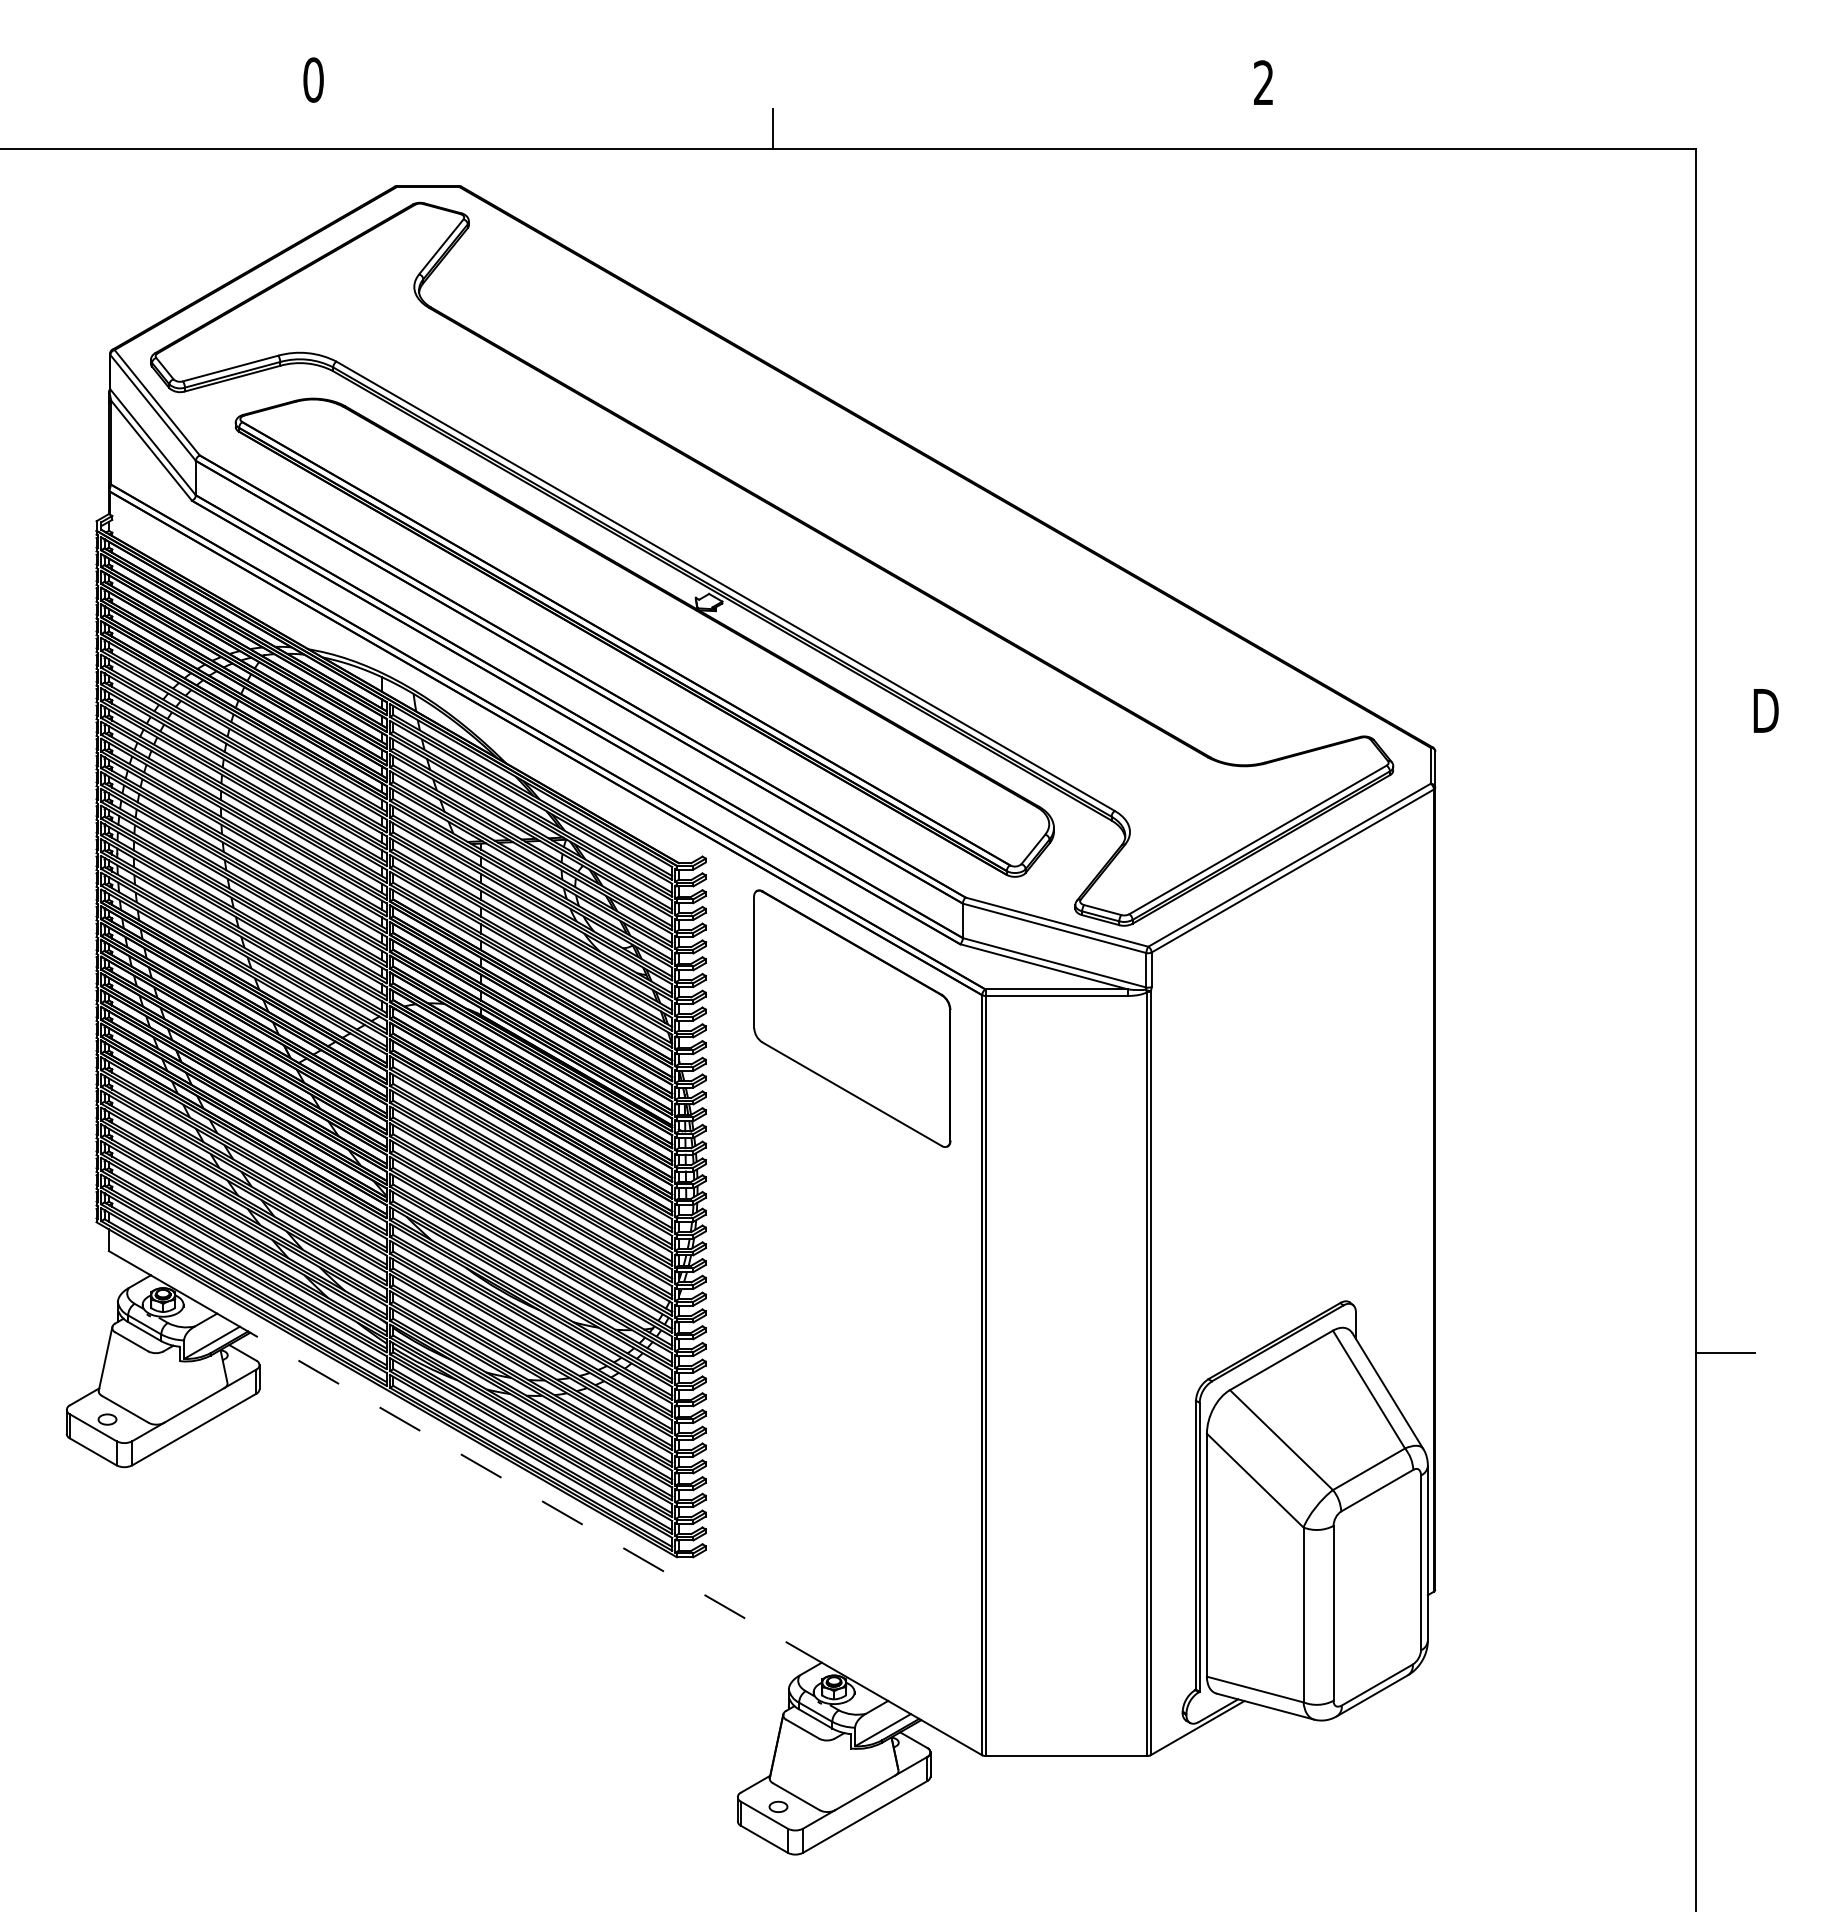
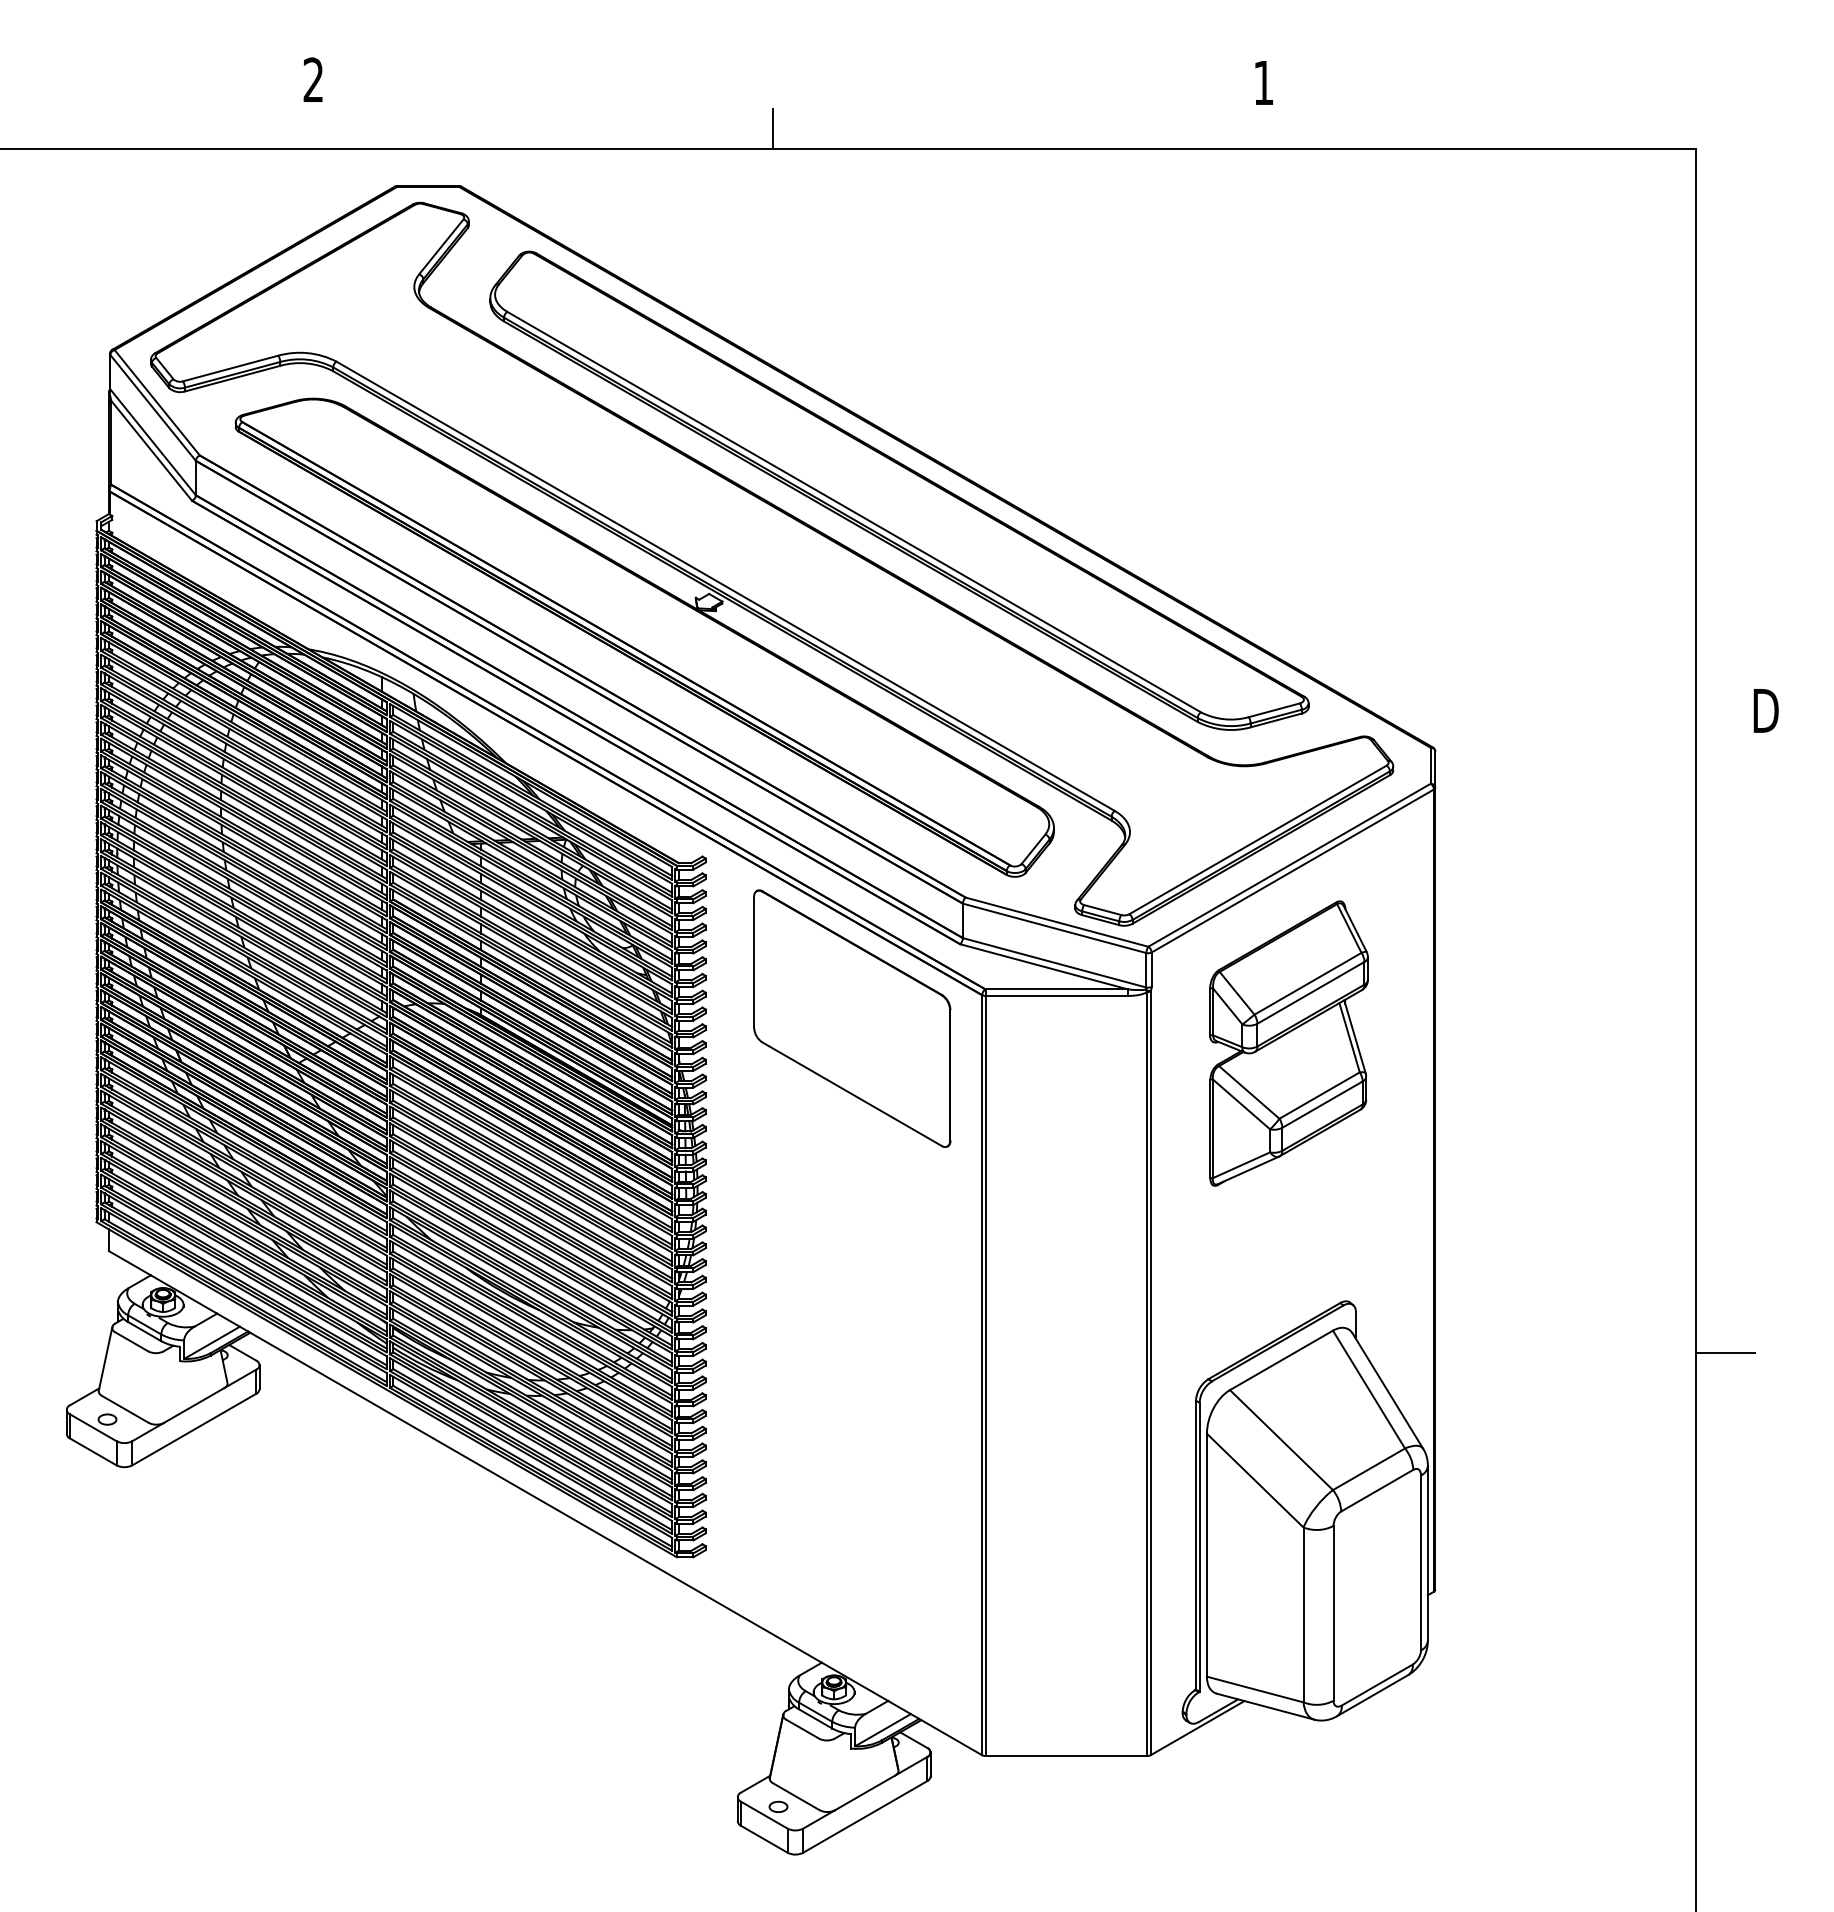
text at (313, 79): 0 -> 2
text at (1263, 82): 2 -> 1
part at (899, 490): none -> present
part at (1288, 1043): none -> present
line at (519, 1488): dashed -> solid
